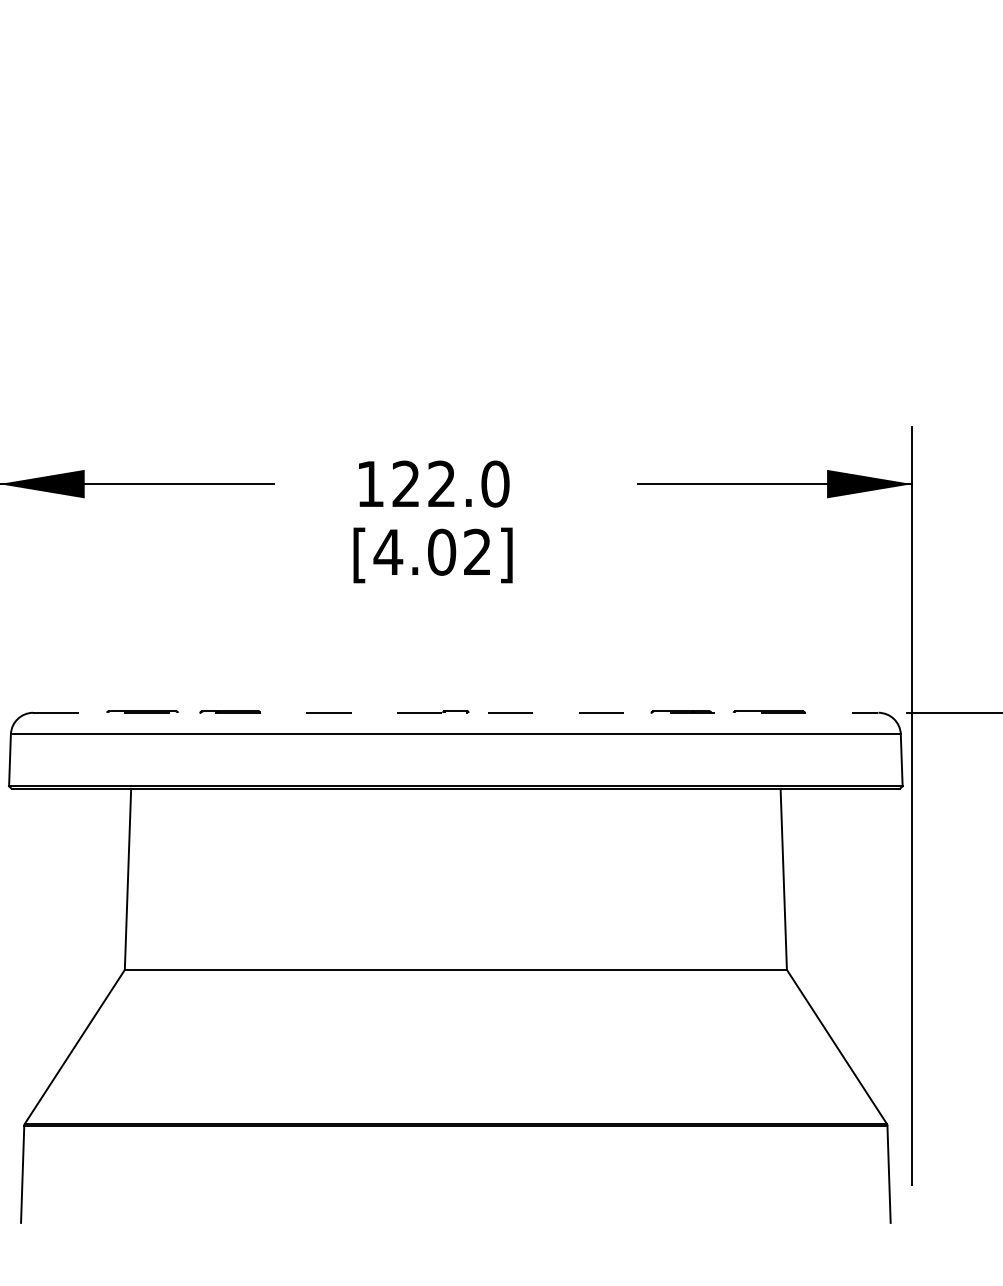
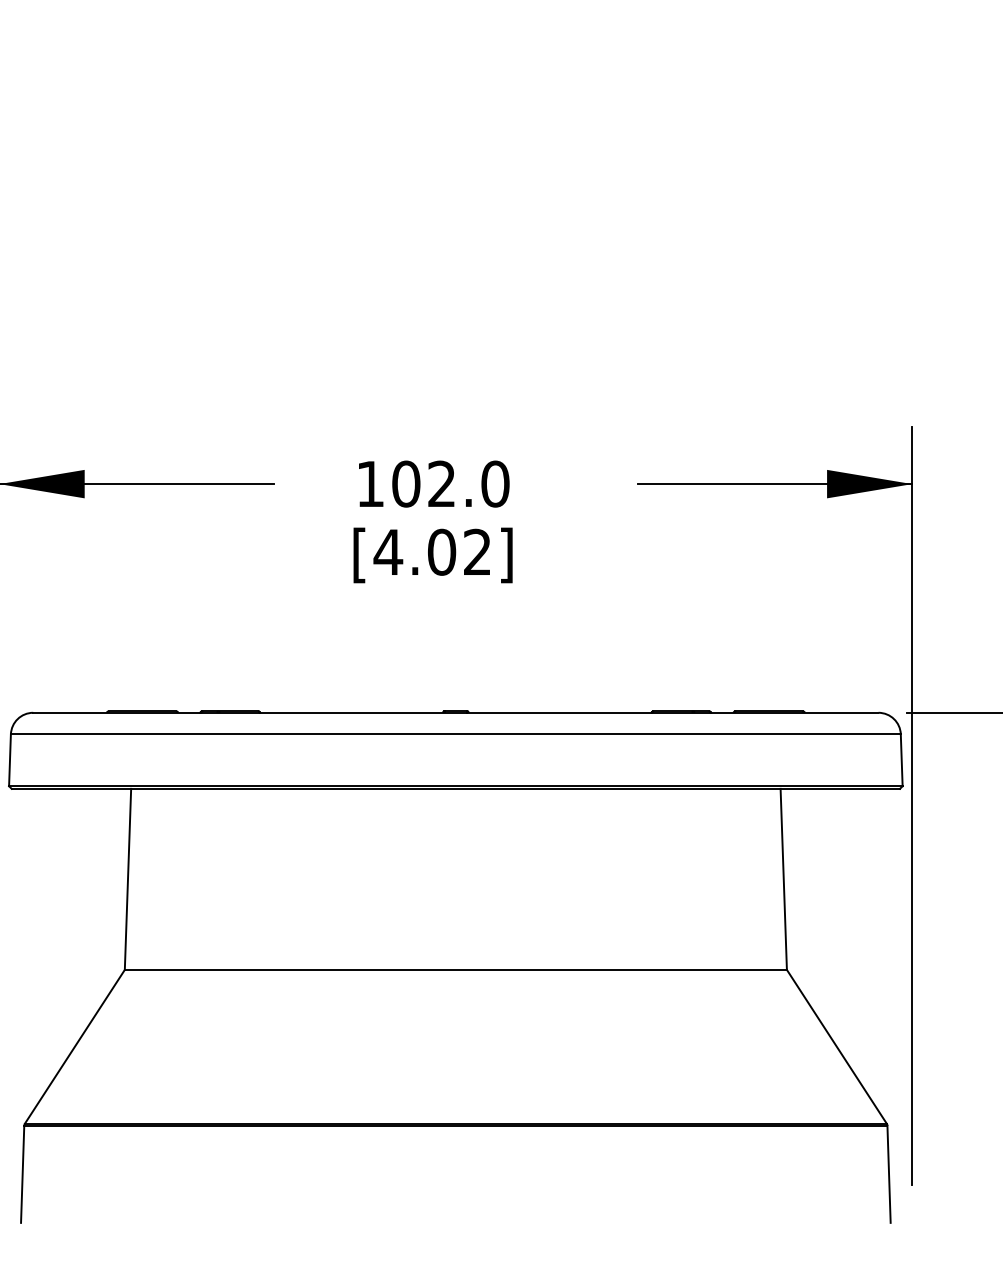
text at (406, 483): 122.0 -> 102.0
line at (455, 712): dashed -> solid
